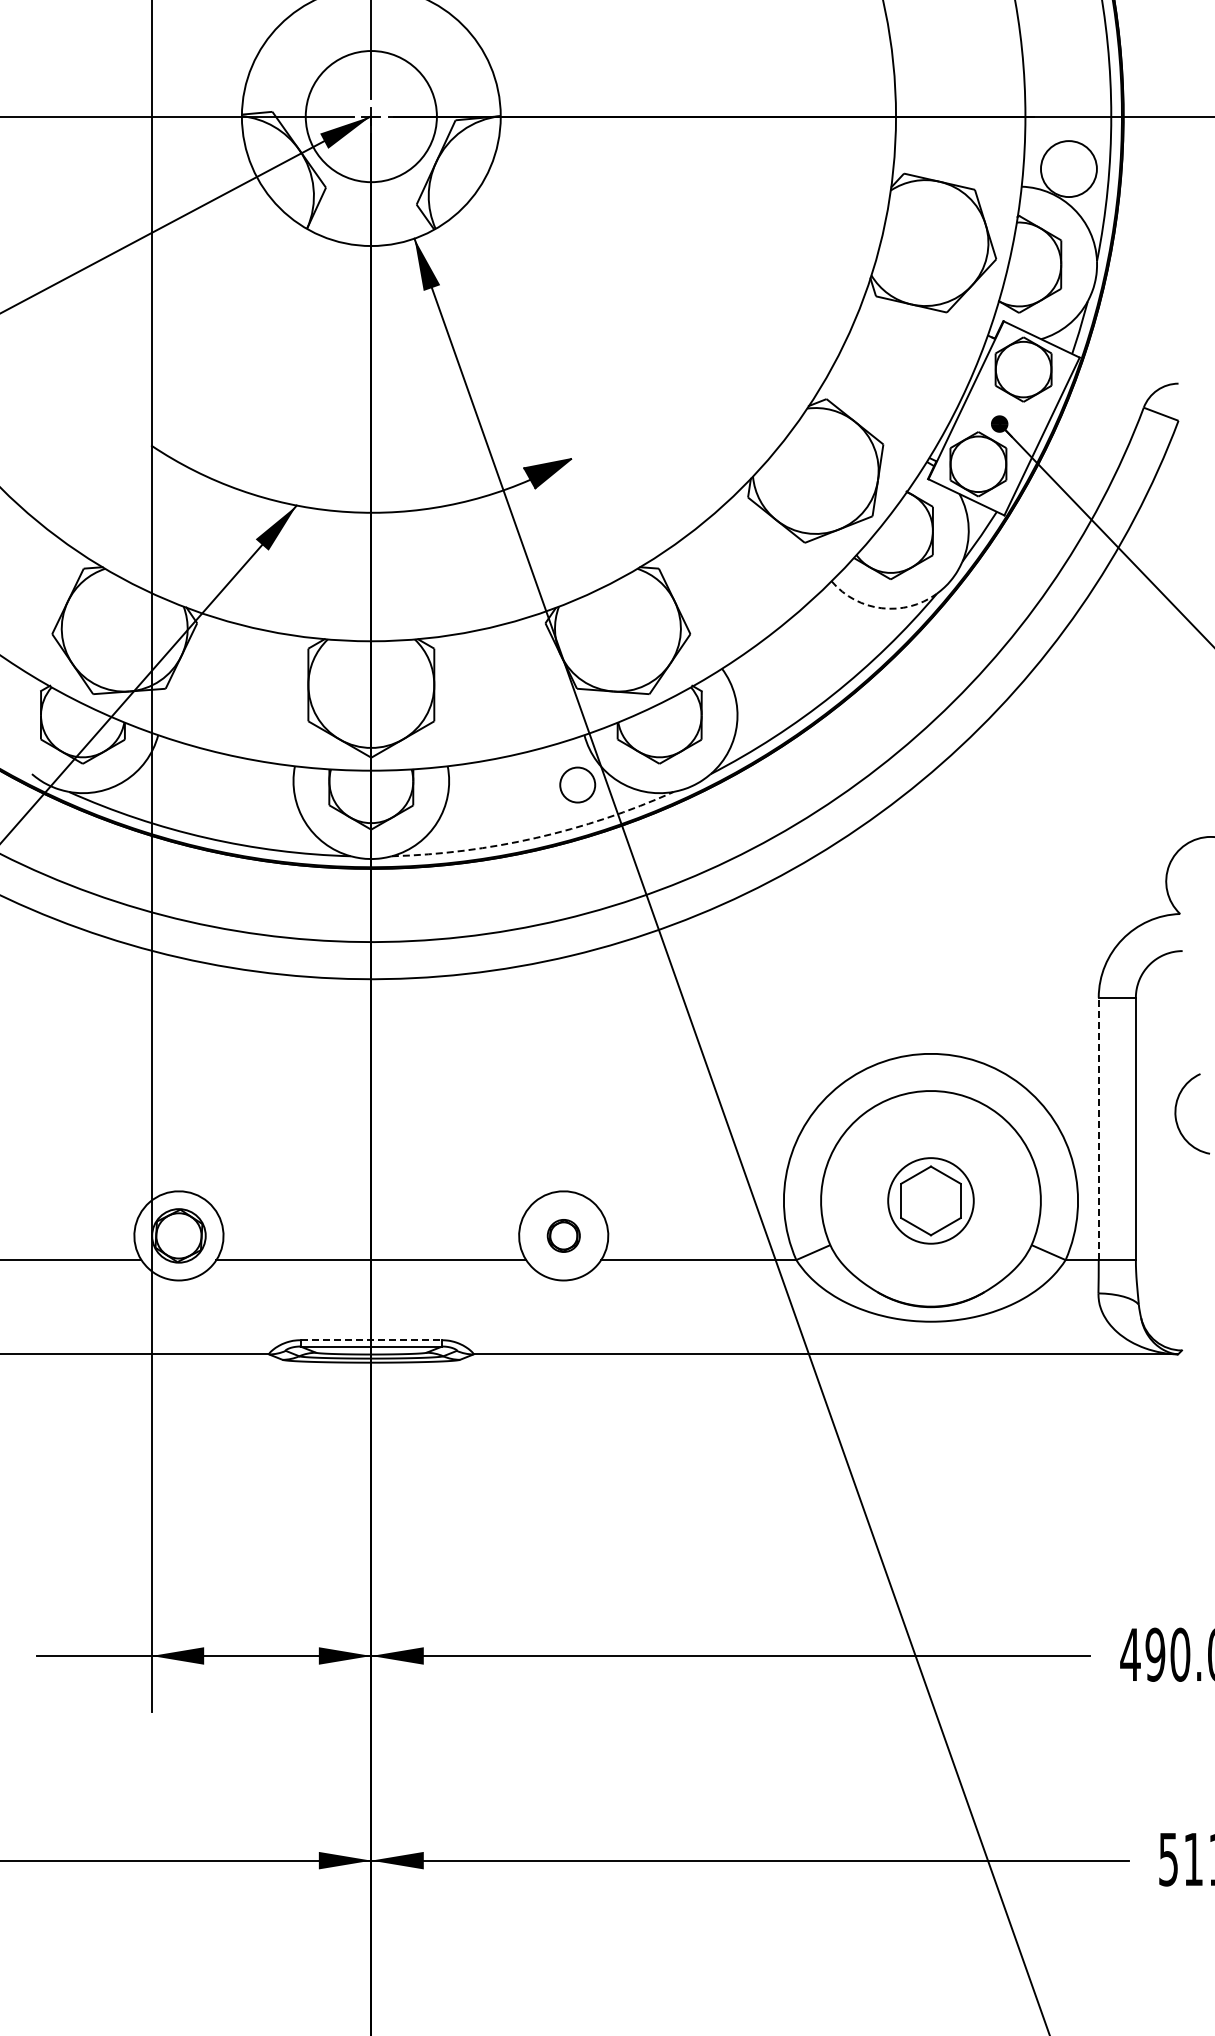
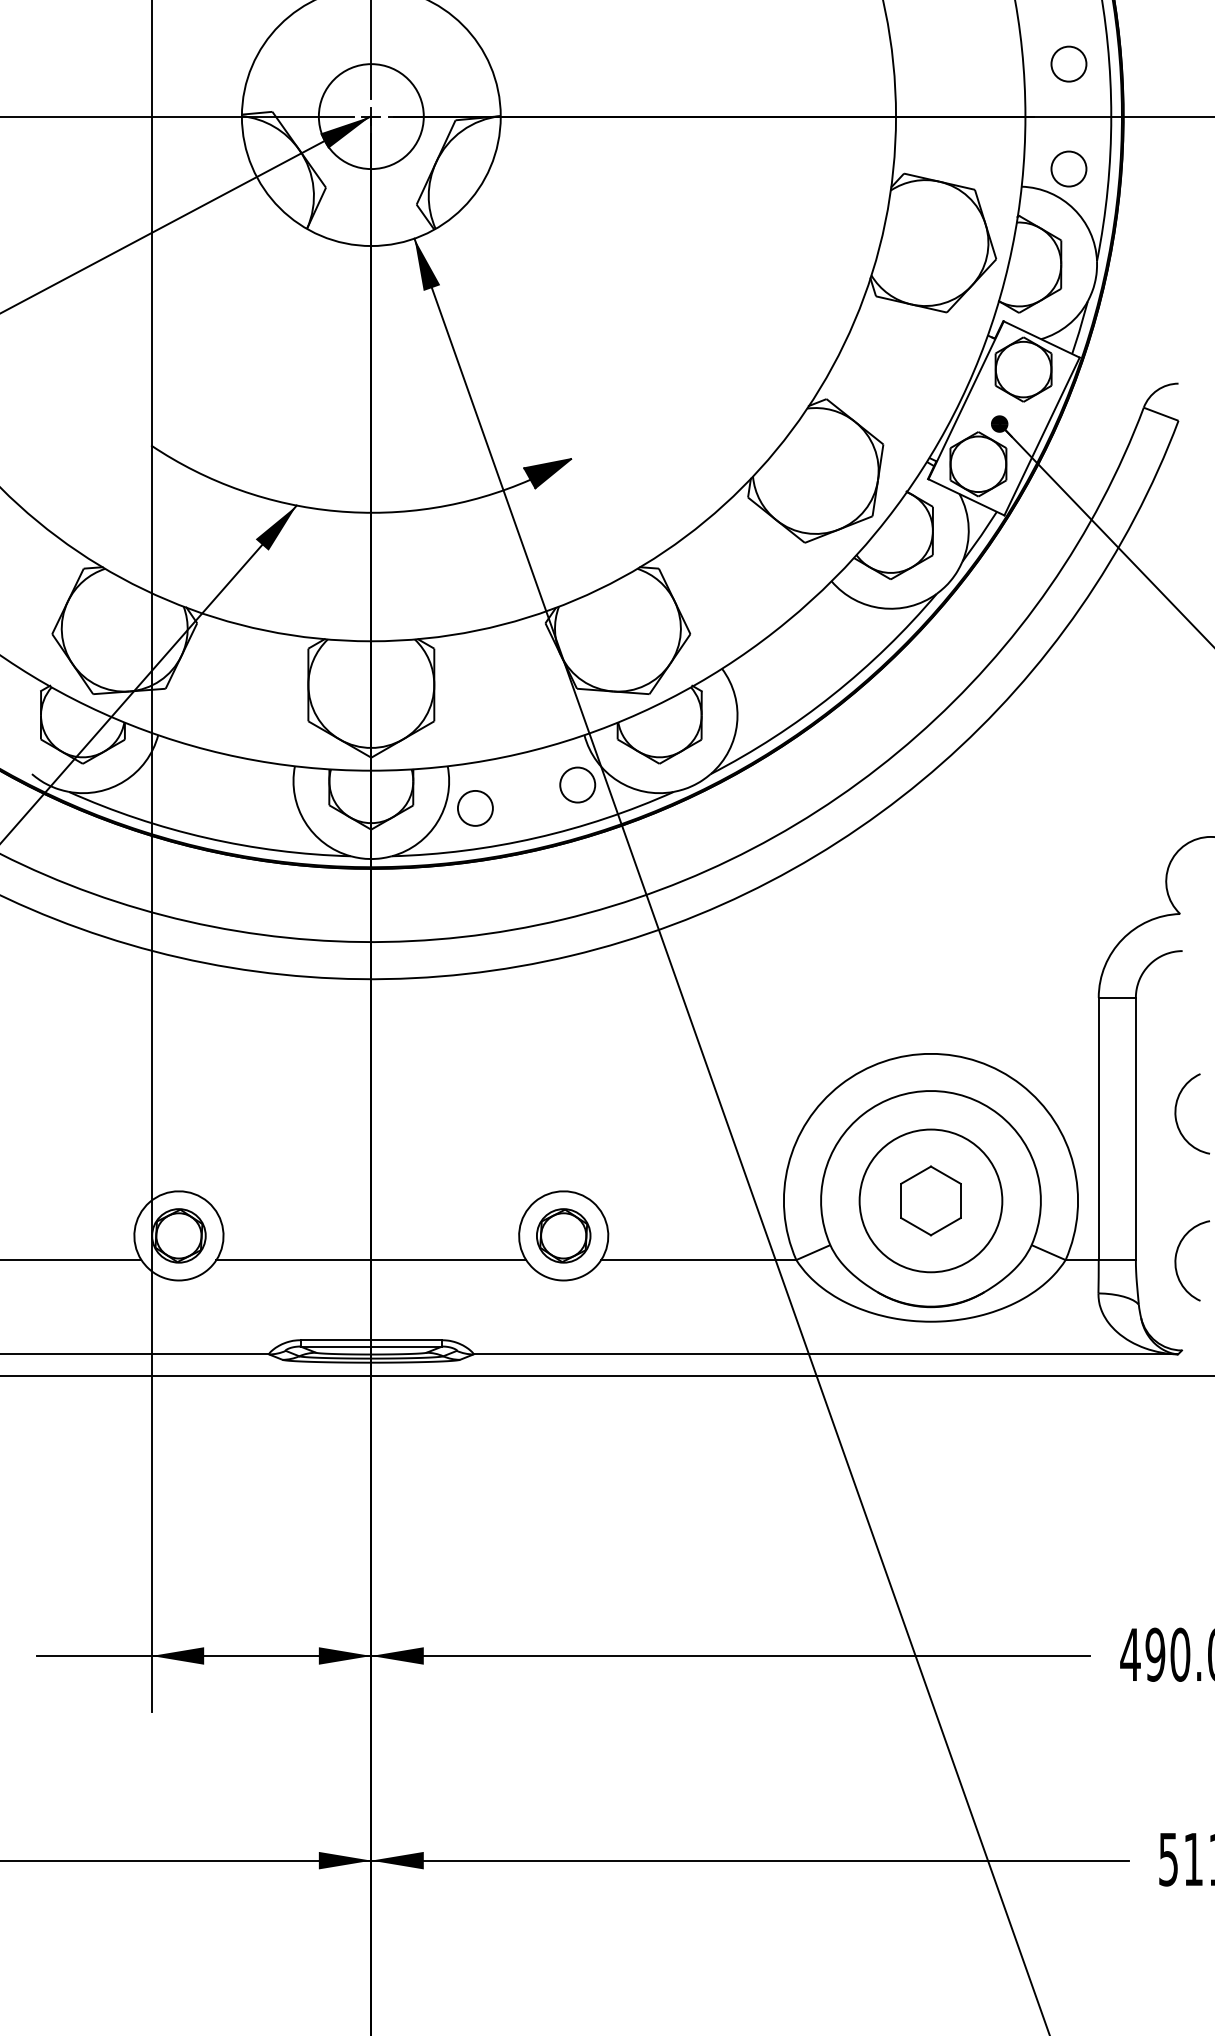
circle at (1068, 63): none -> present
circle at (370, 116) diameter: 131 px -> 105 px
circle at (1068, 169) diameter: 56 px -> 35 px
arc at (881, 608): dashed -> solid
circle at (475, 808): none -> present
arc at (536, 837): dashed -> solid
line at (1098, 1128): dashed -> solid
circle at (930, 1200) diameter: 86 px -> 143 px
part at (563, 1235) size: 35x34 px -> 56x56 px
arc at (1176, 1260): none -> present
line at (371, 1340): dashed -> solid
line at (606, 1375): none -> present
